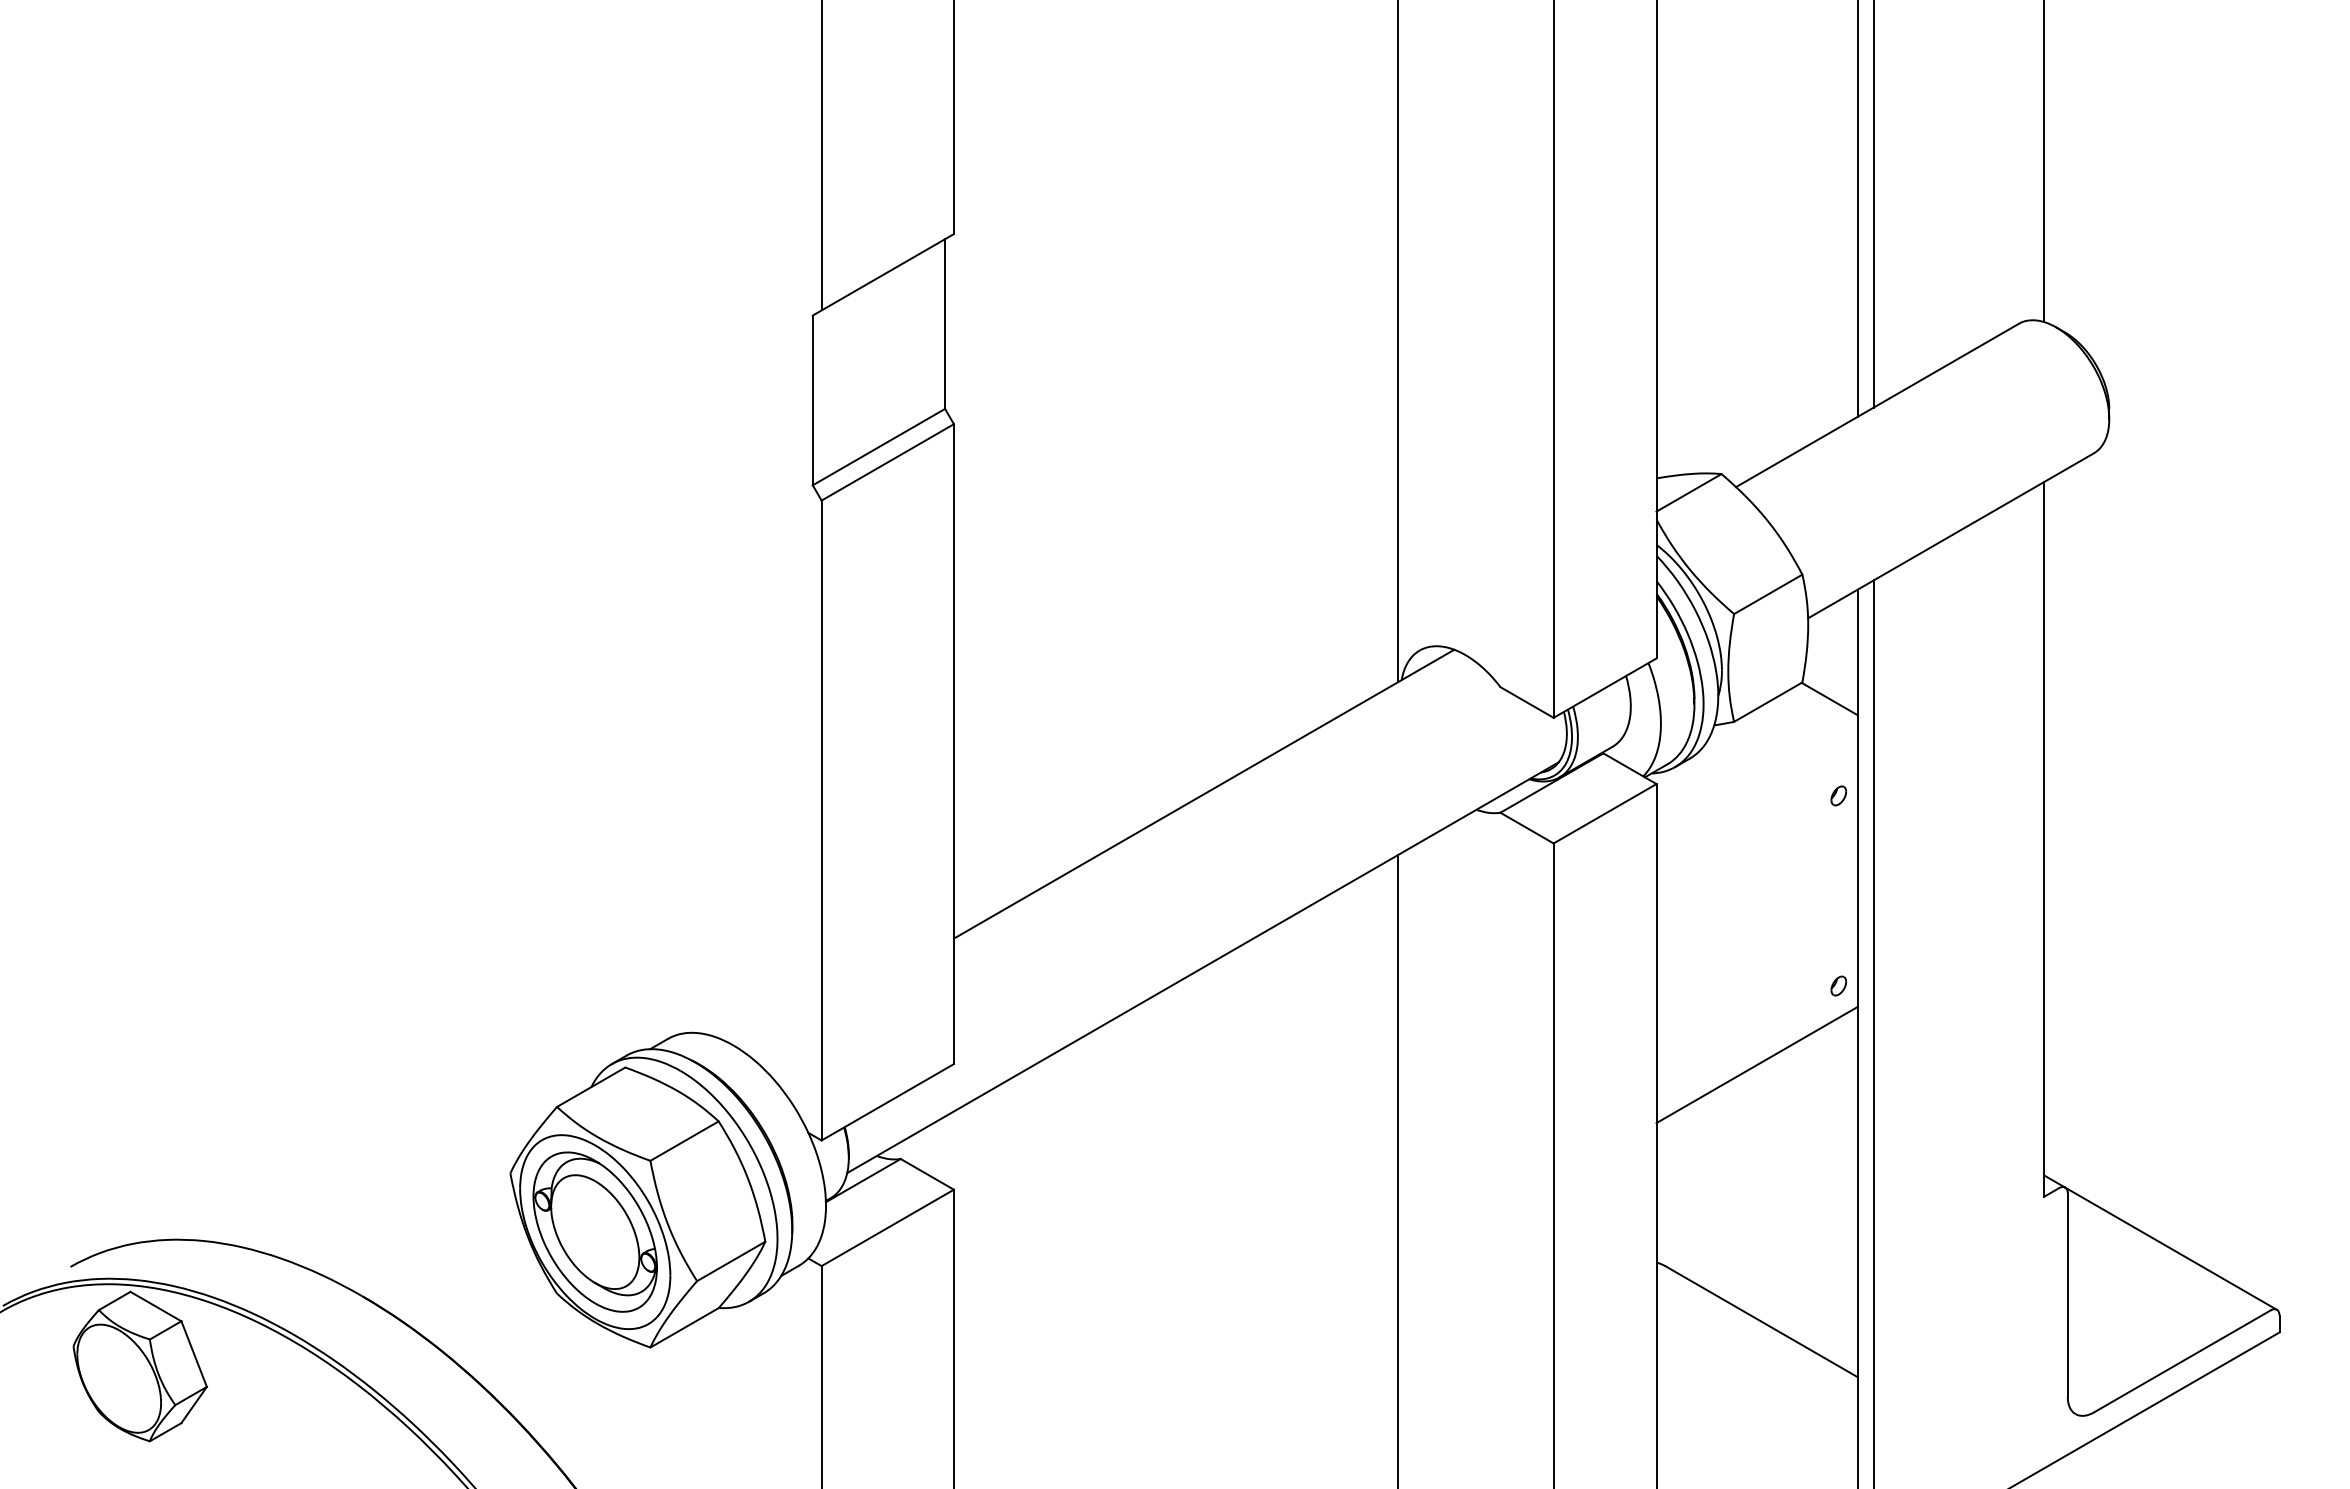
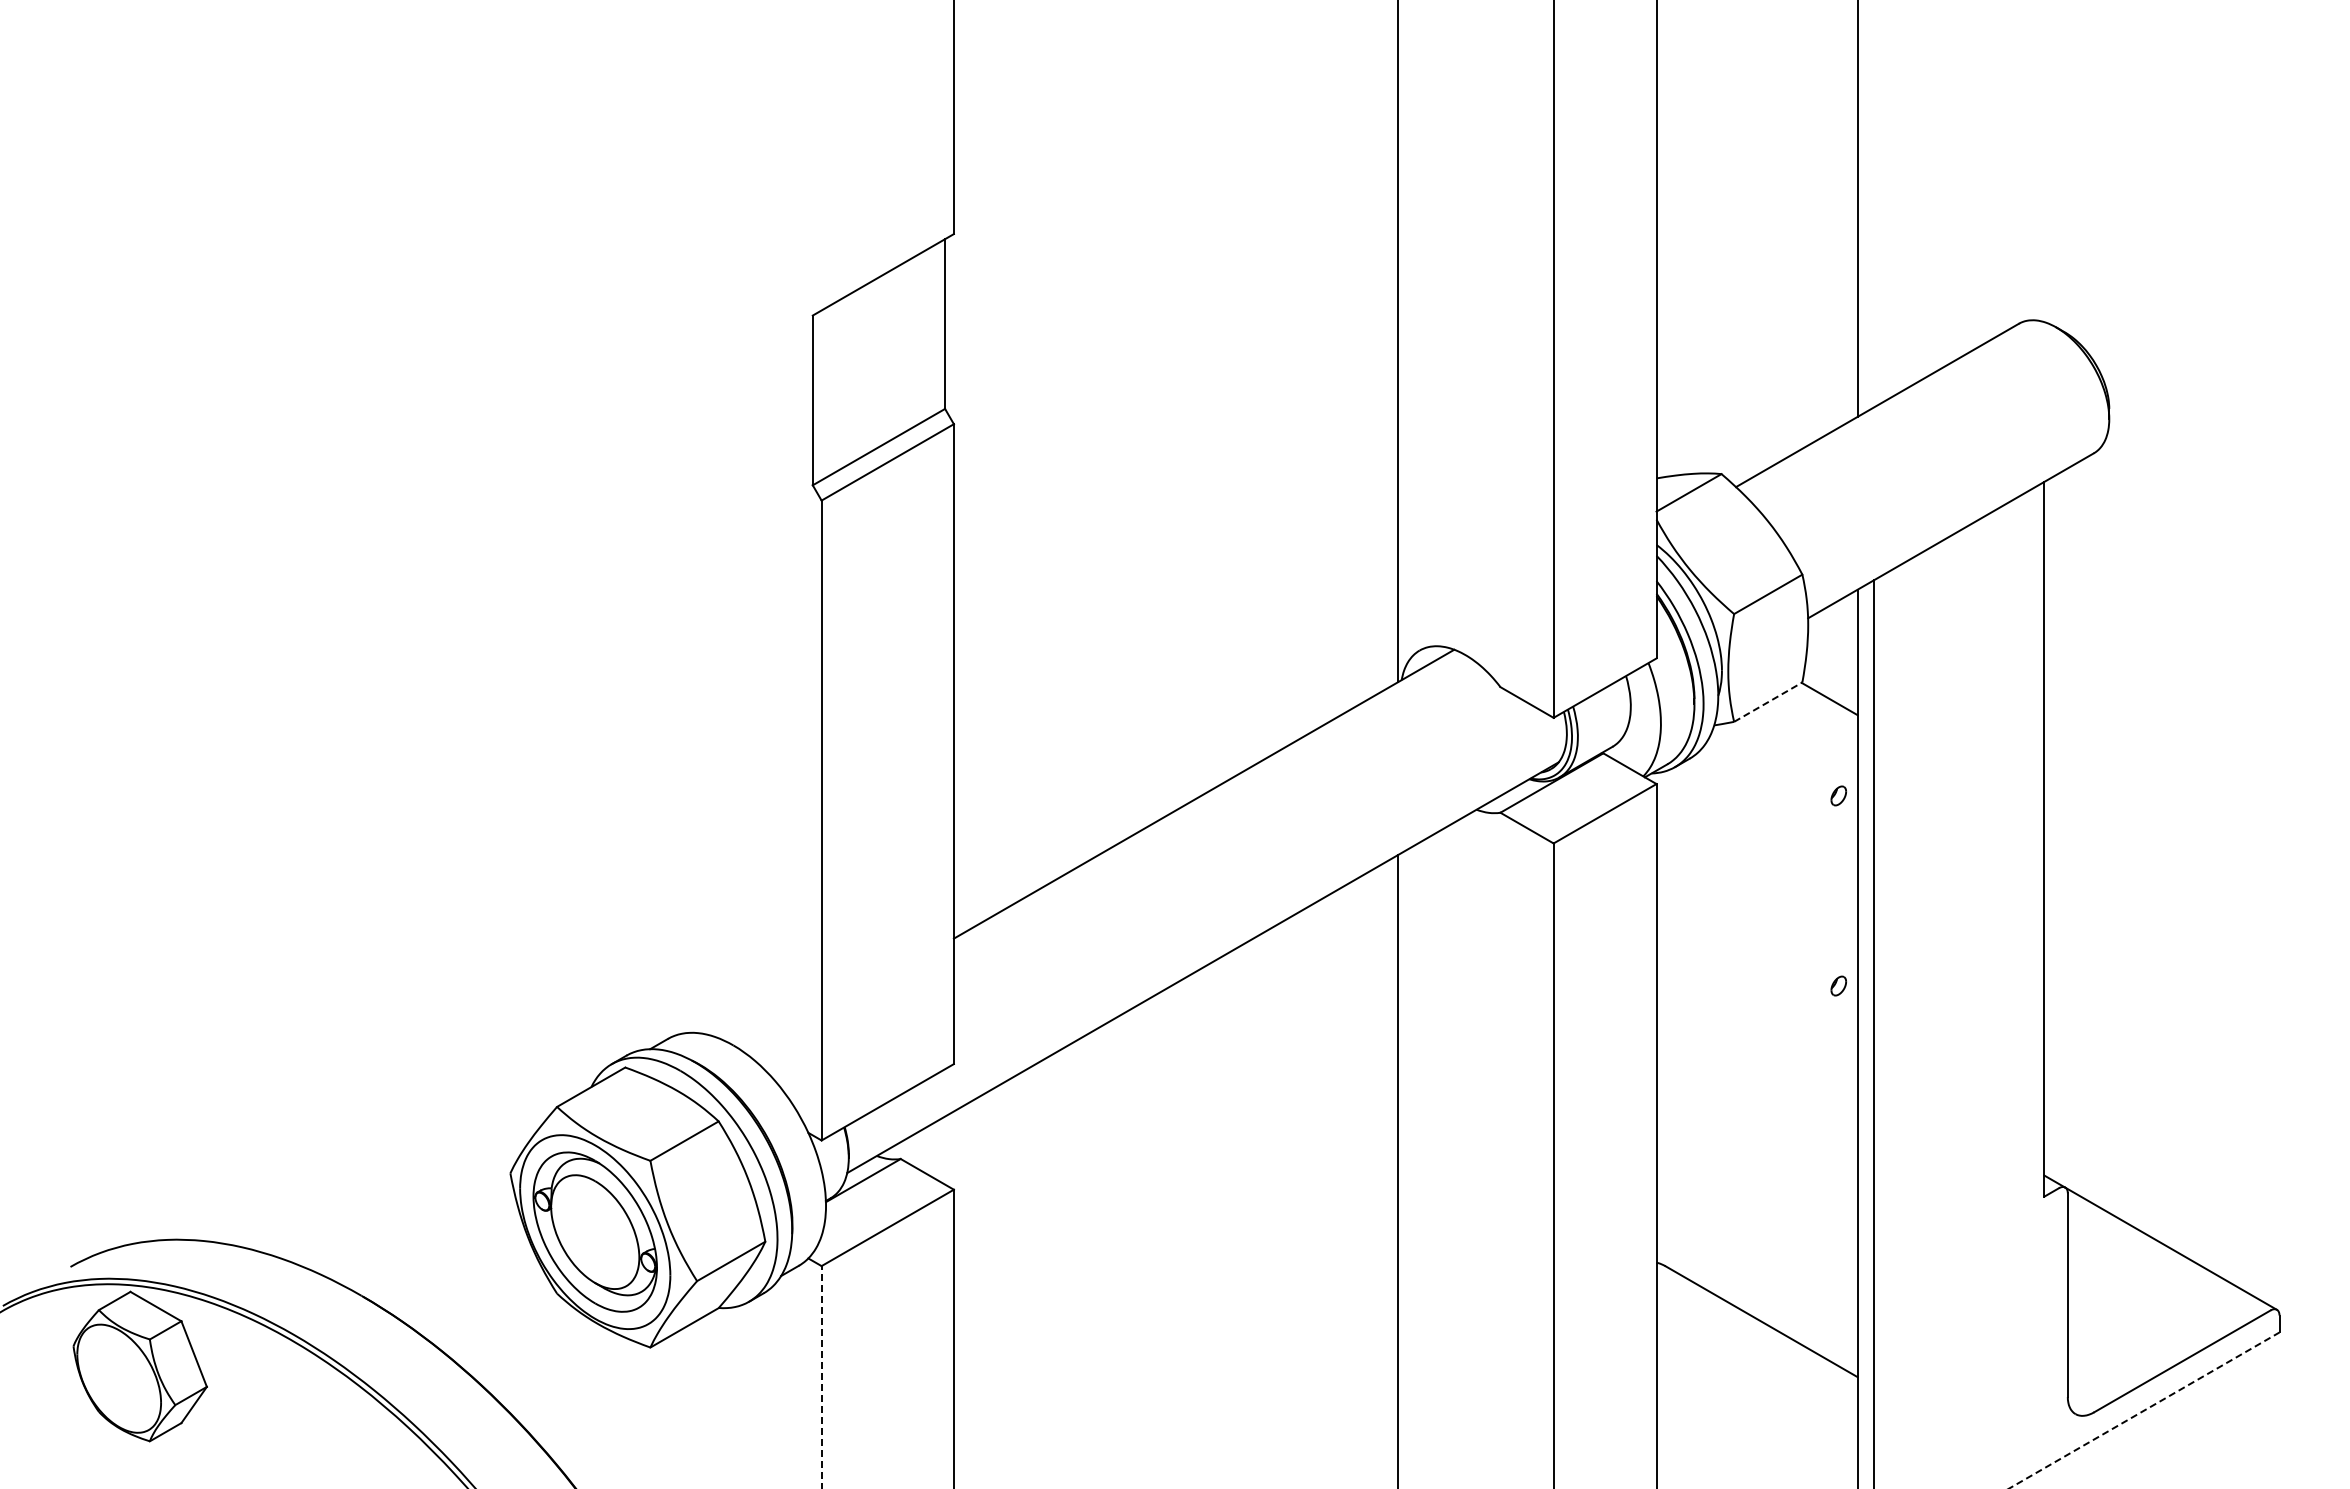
line at (821, 156): present -> none
line at (2044, 162): present -> none
line at (1873, 204): present -> none
line at (1768, 701): solid -> dashed
line at (1756, 1064): present -> none
line at (821, 1377): solid -> dashed
line at (2144, 1410): solid -> dashed
